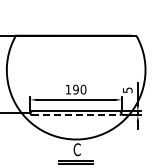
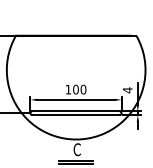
text at (75, 89): 190 -> 100
text at (127, 90): 5 -> 4
line at (75, 115): dashed -> solid
